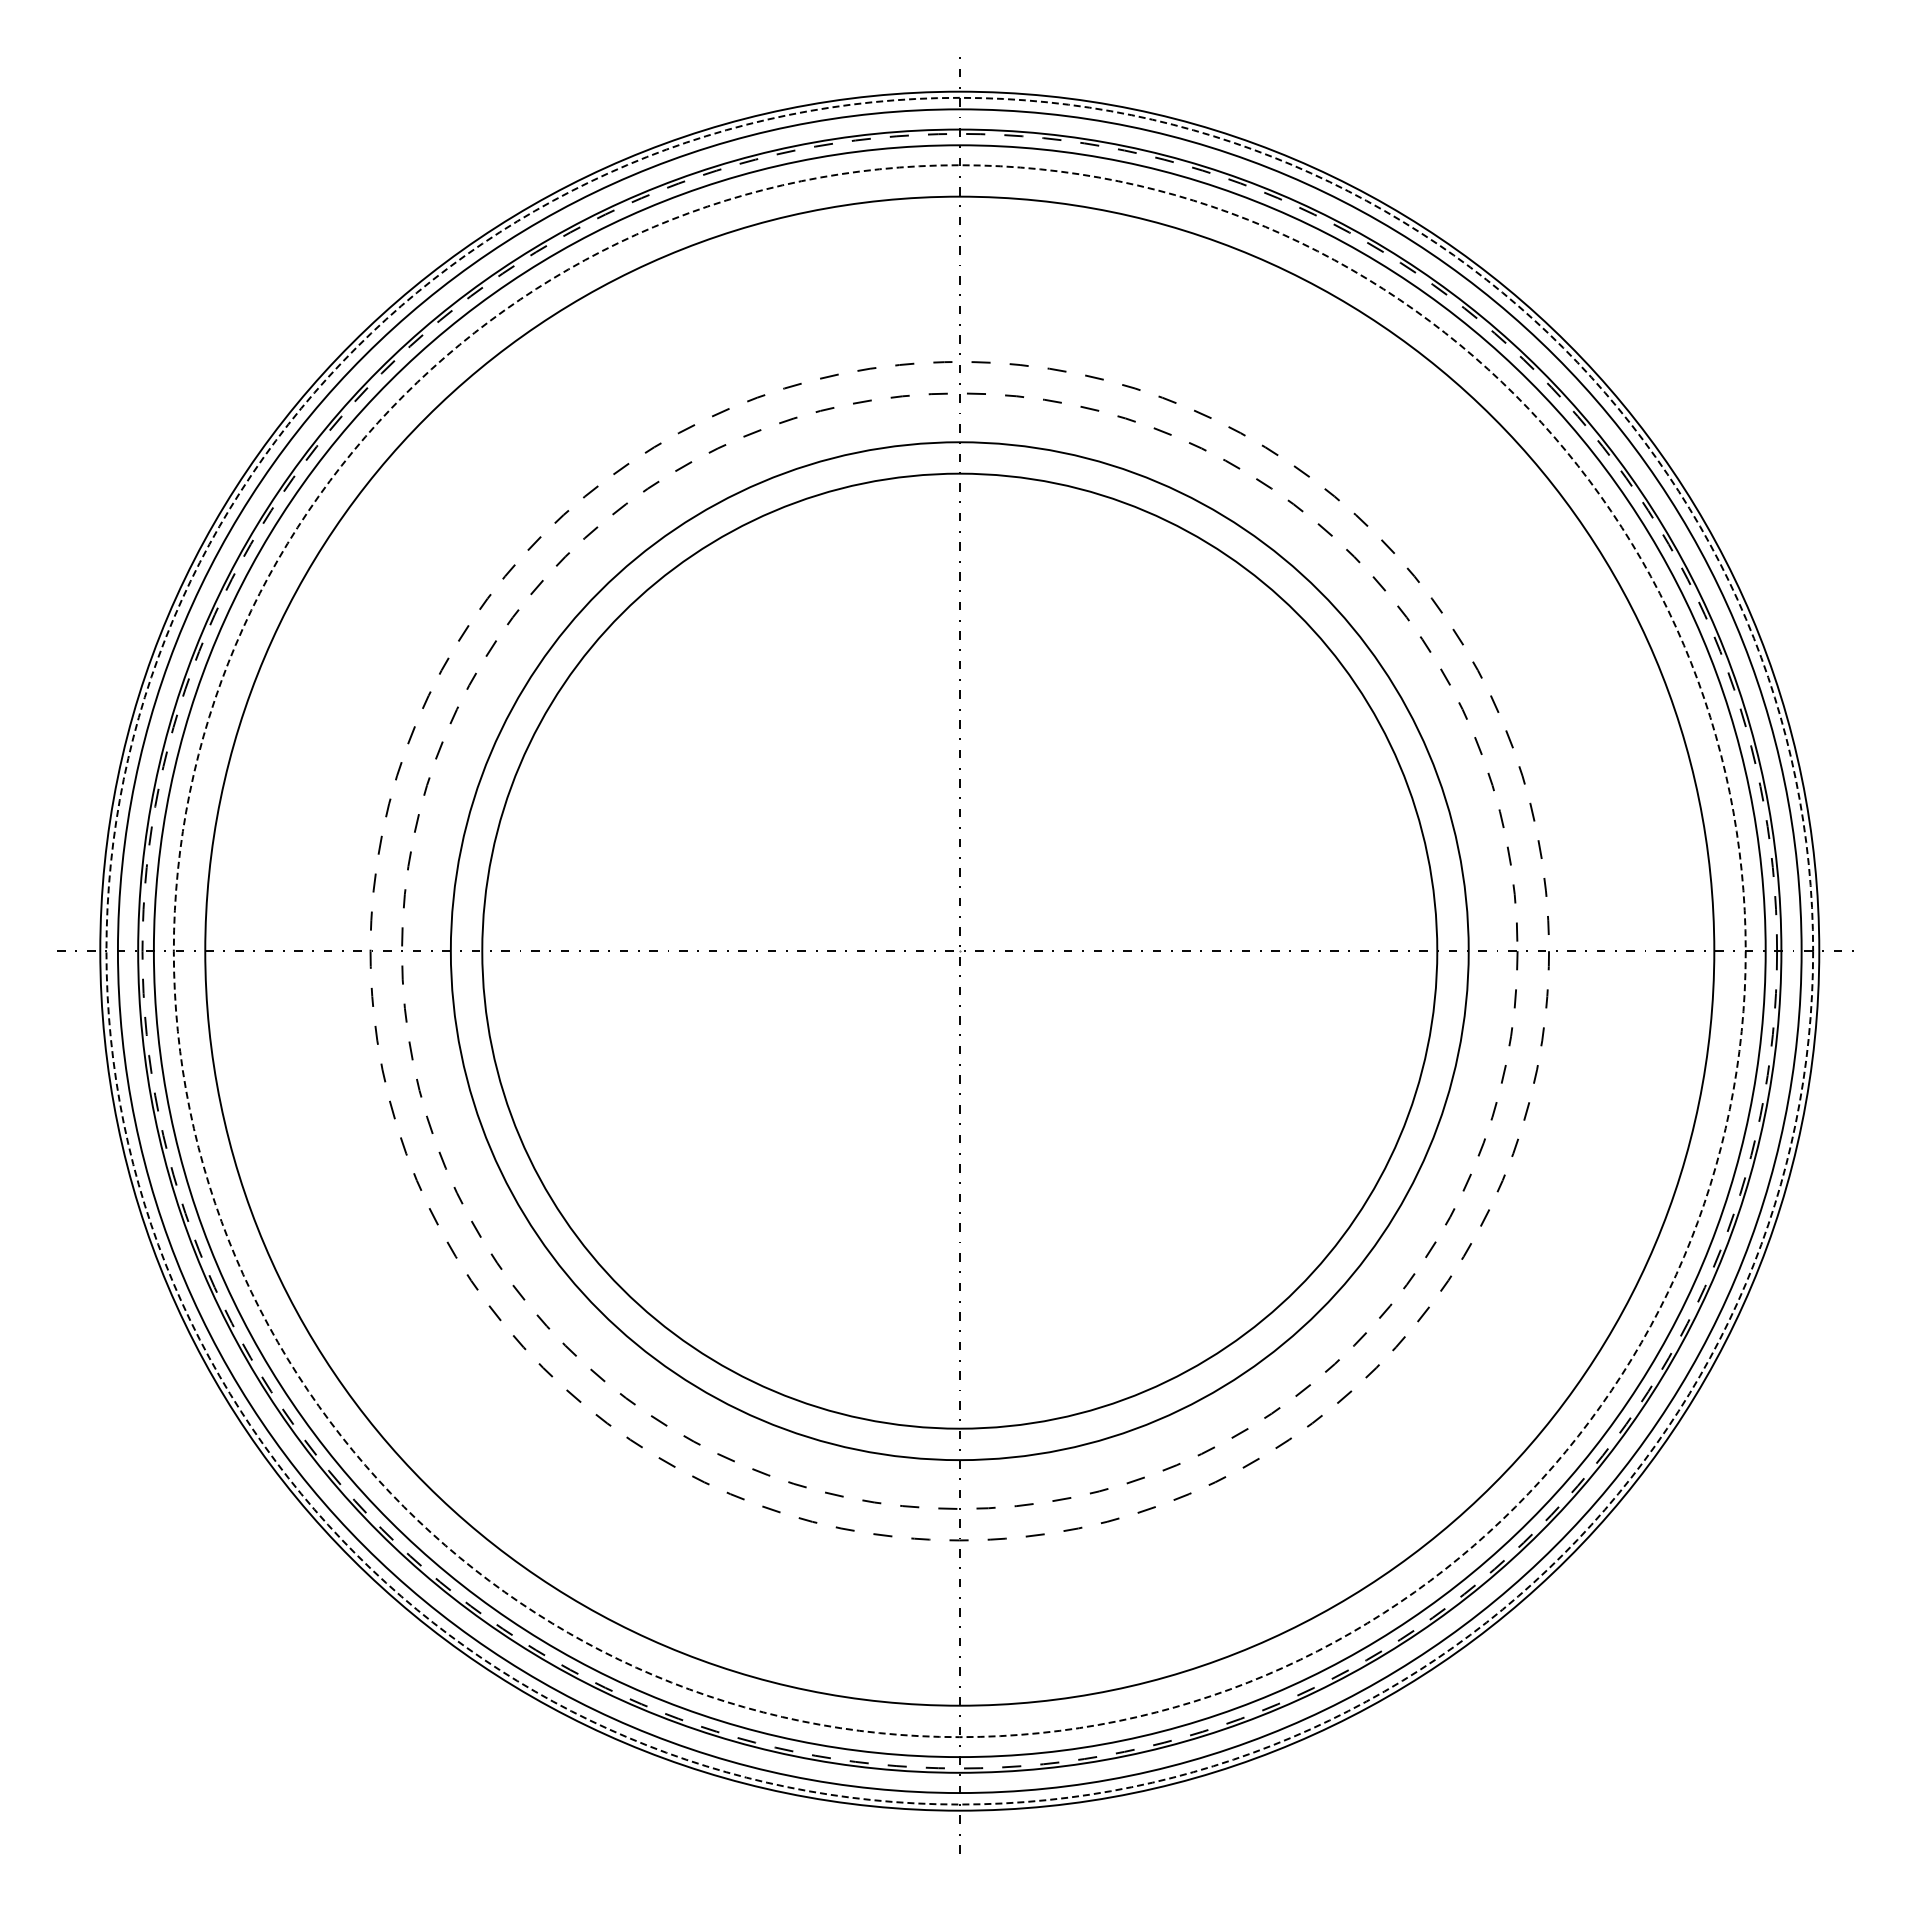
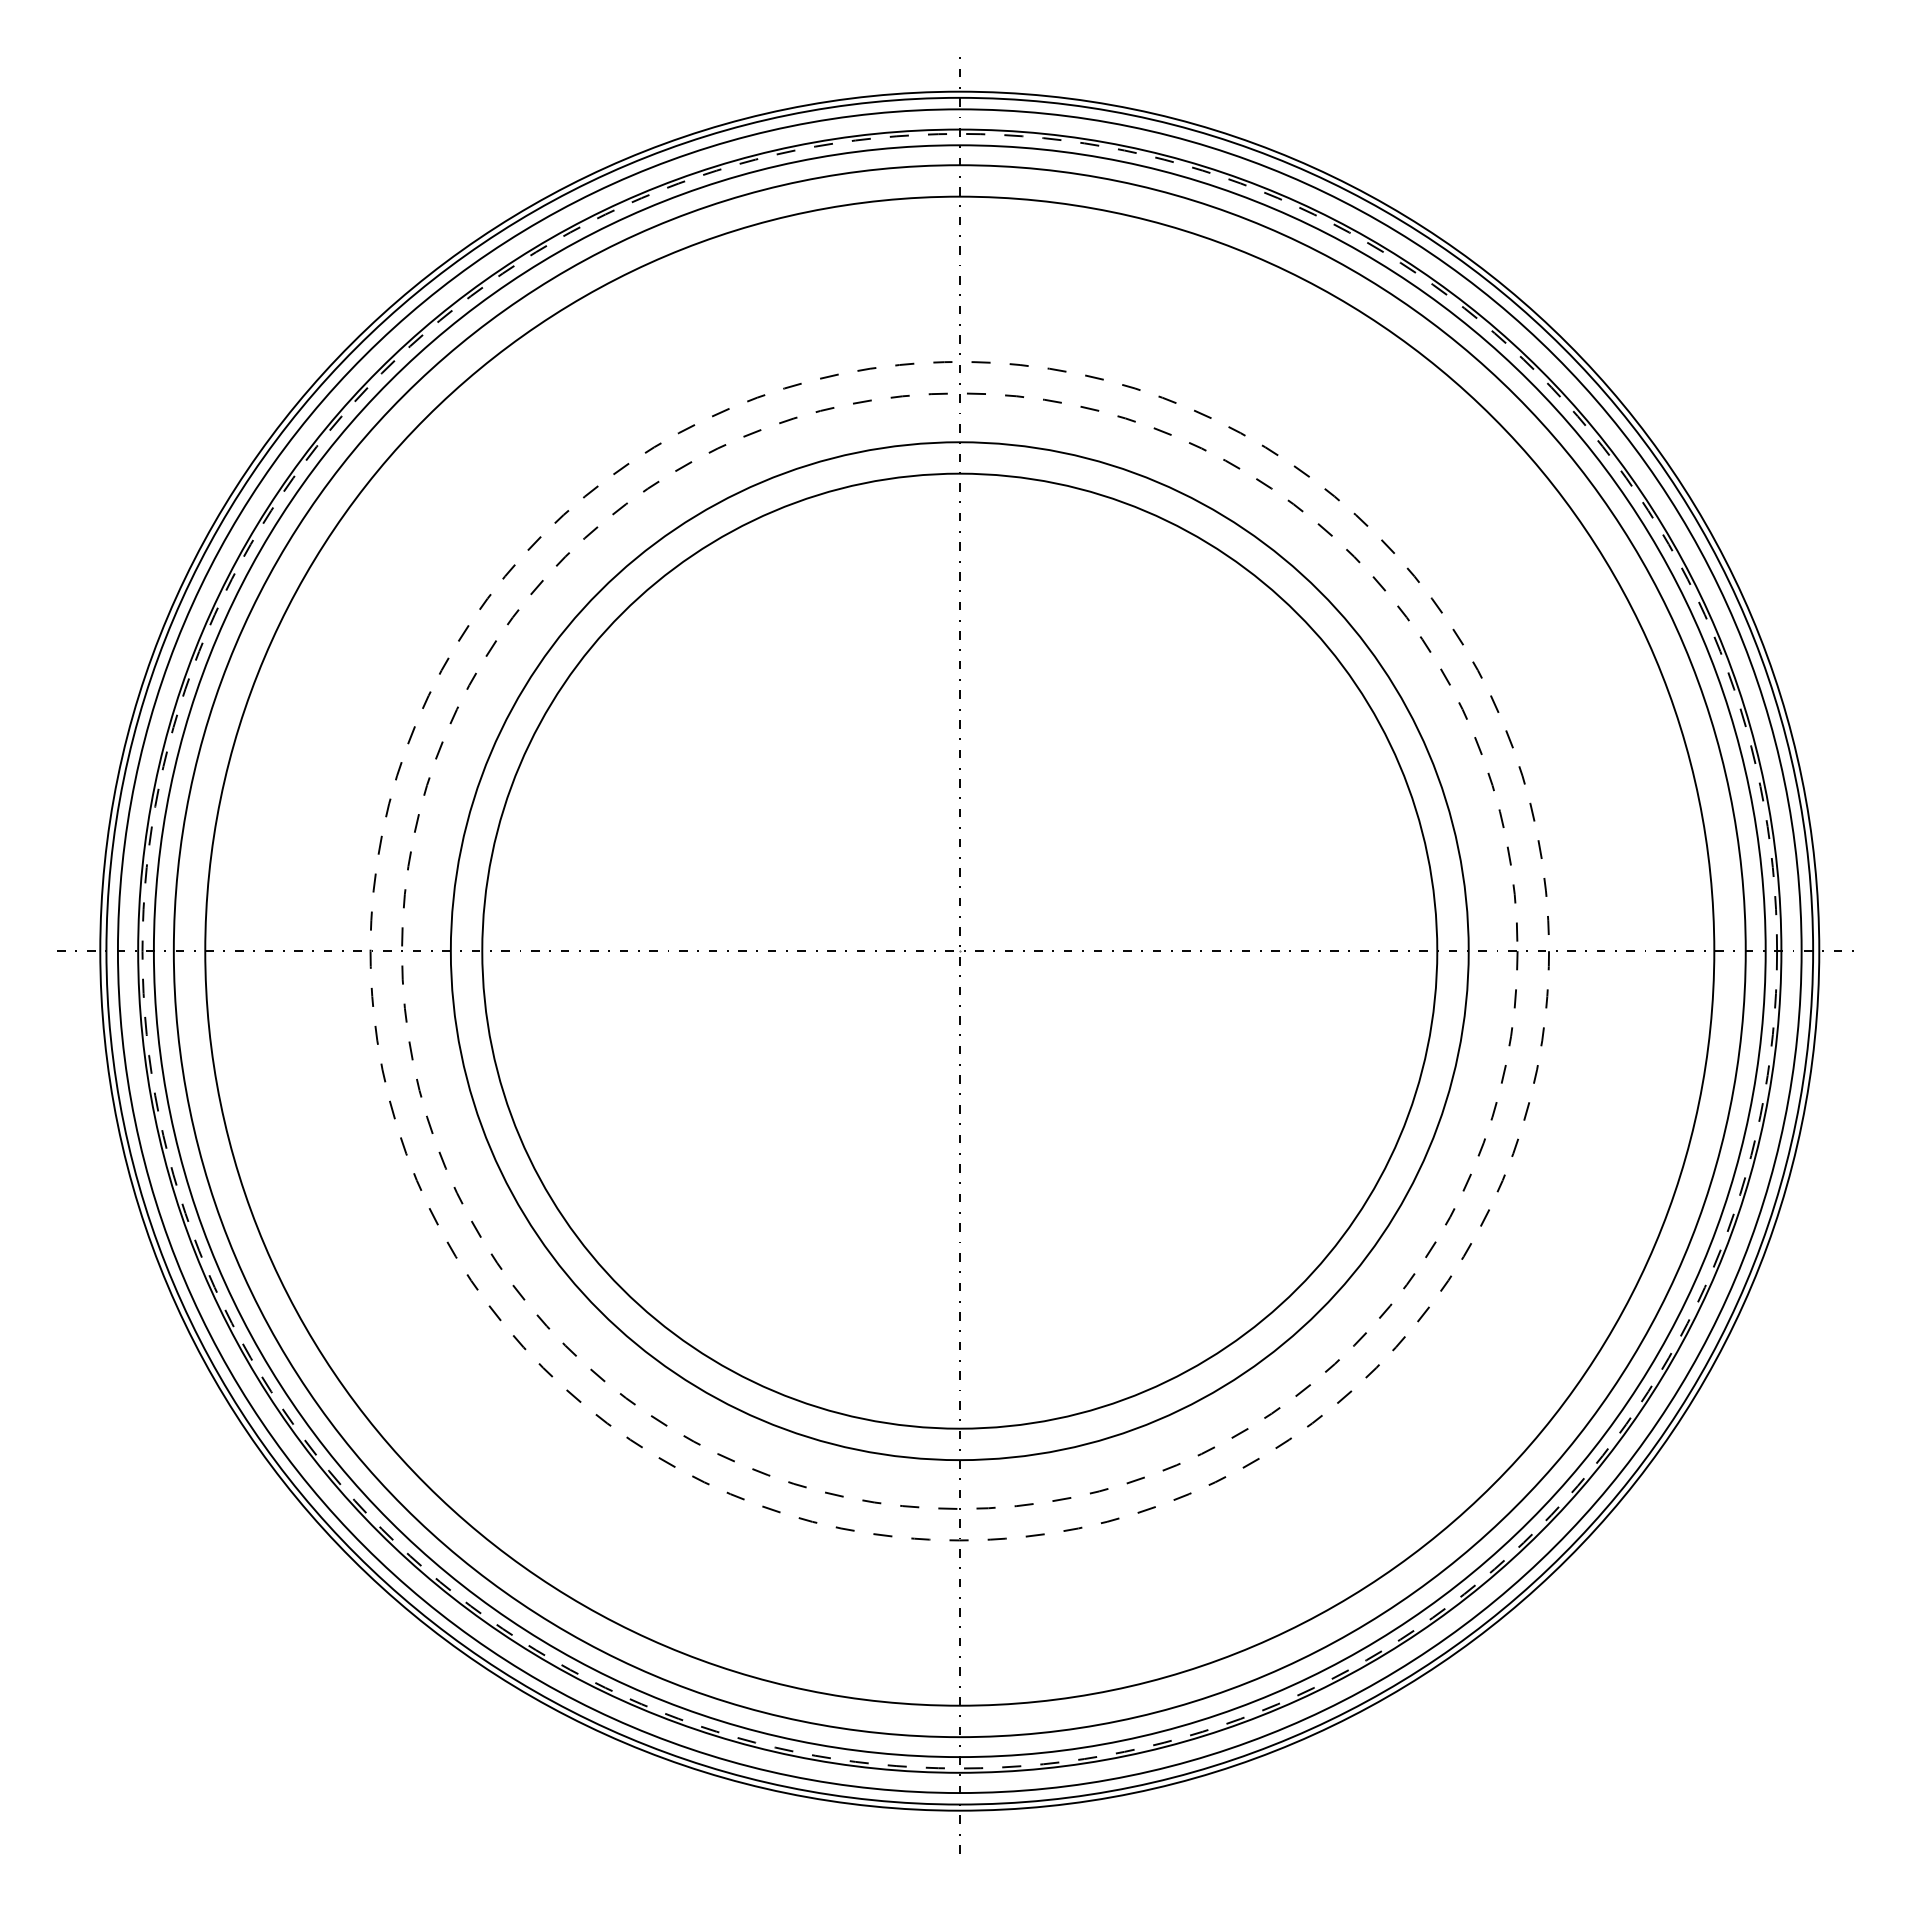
circle at (959, 950): dashed -> solid
circle at (959, 951): dashed -> solid
